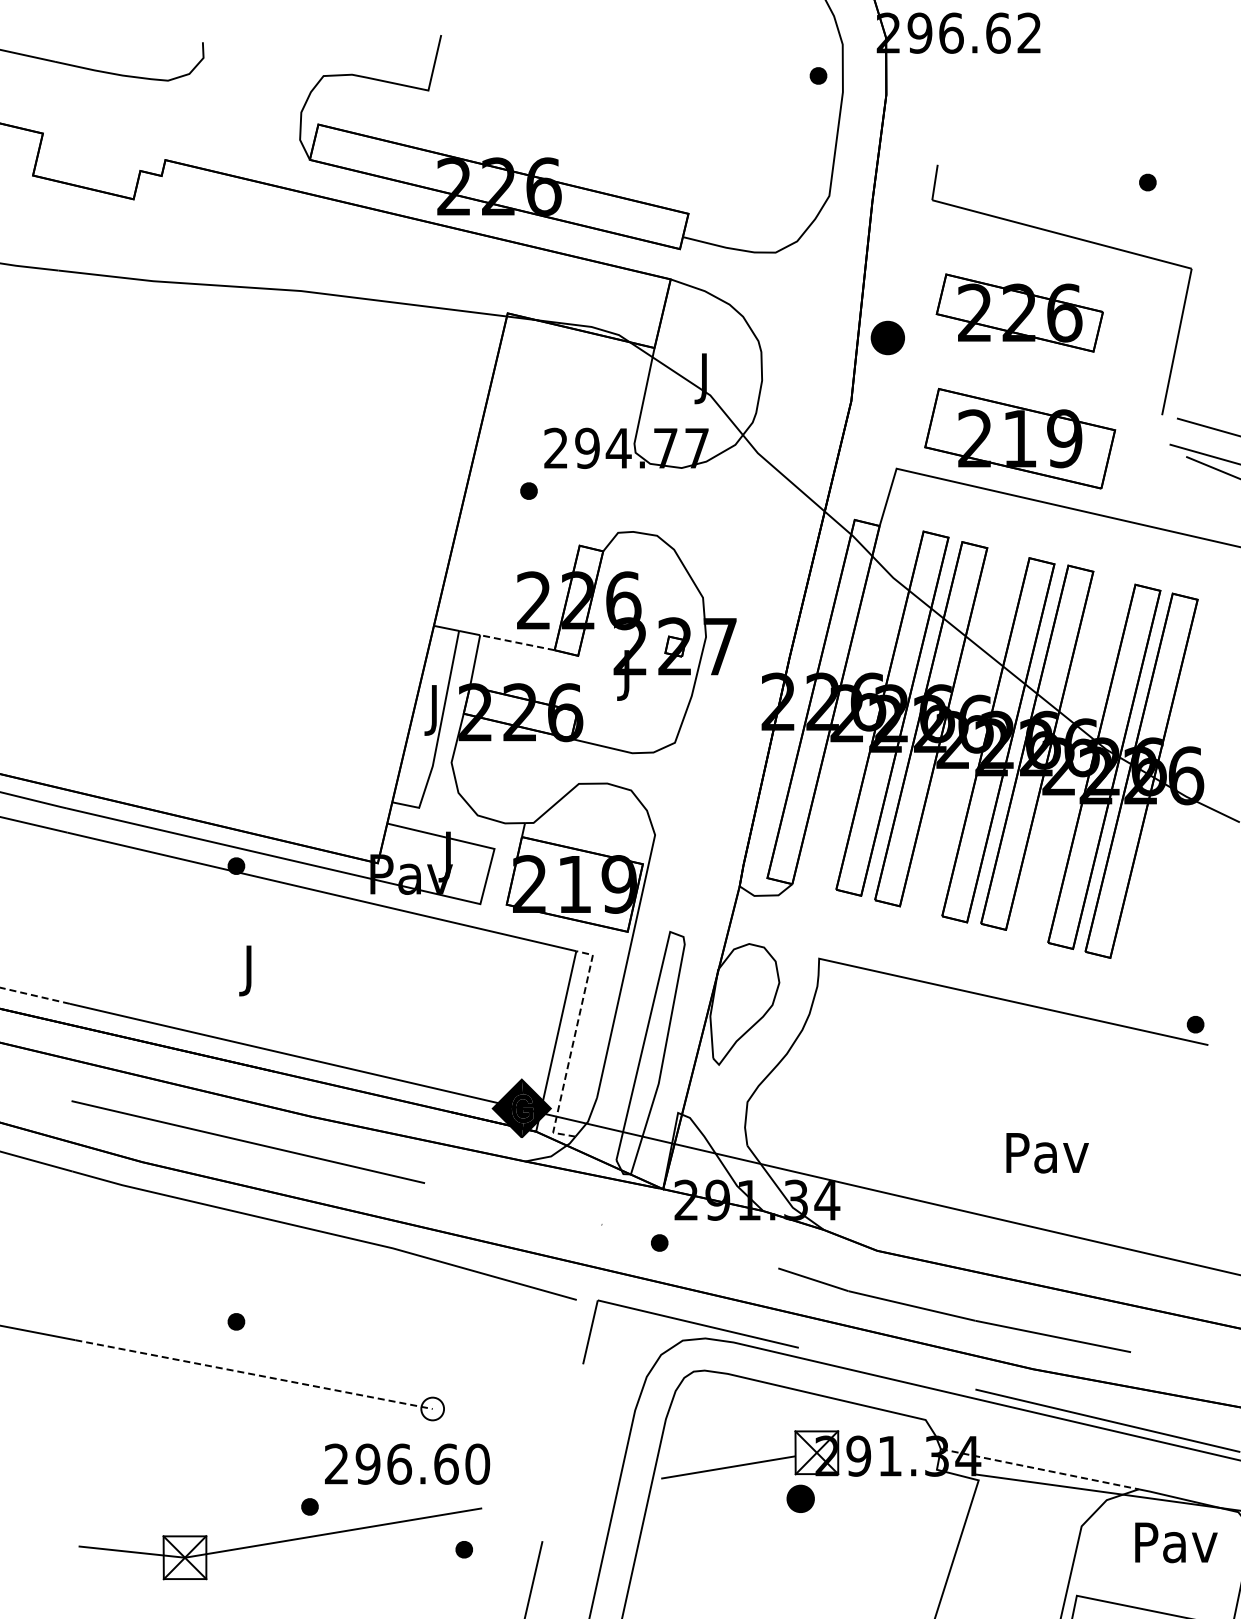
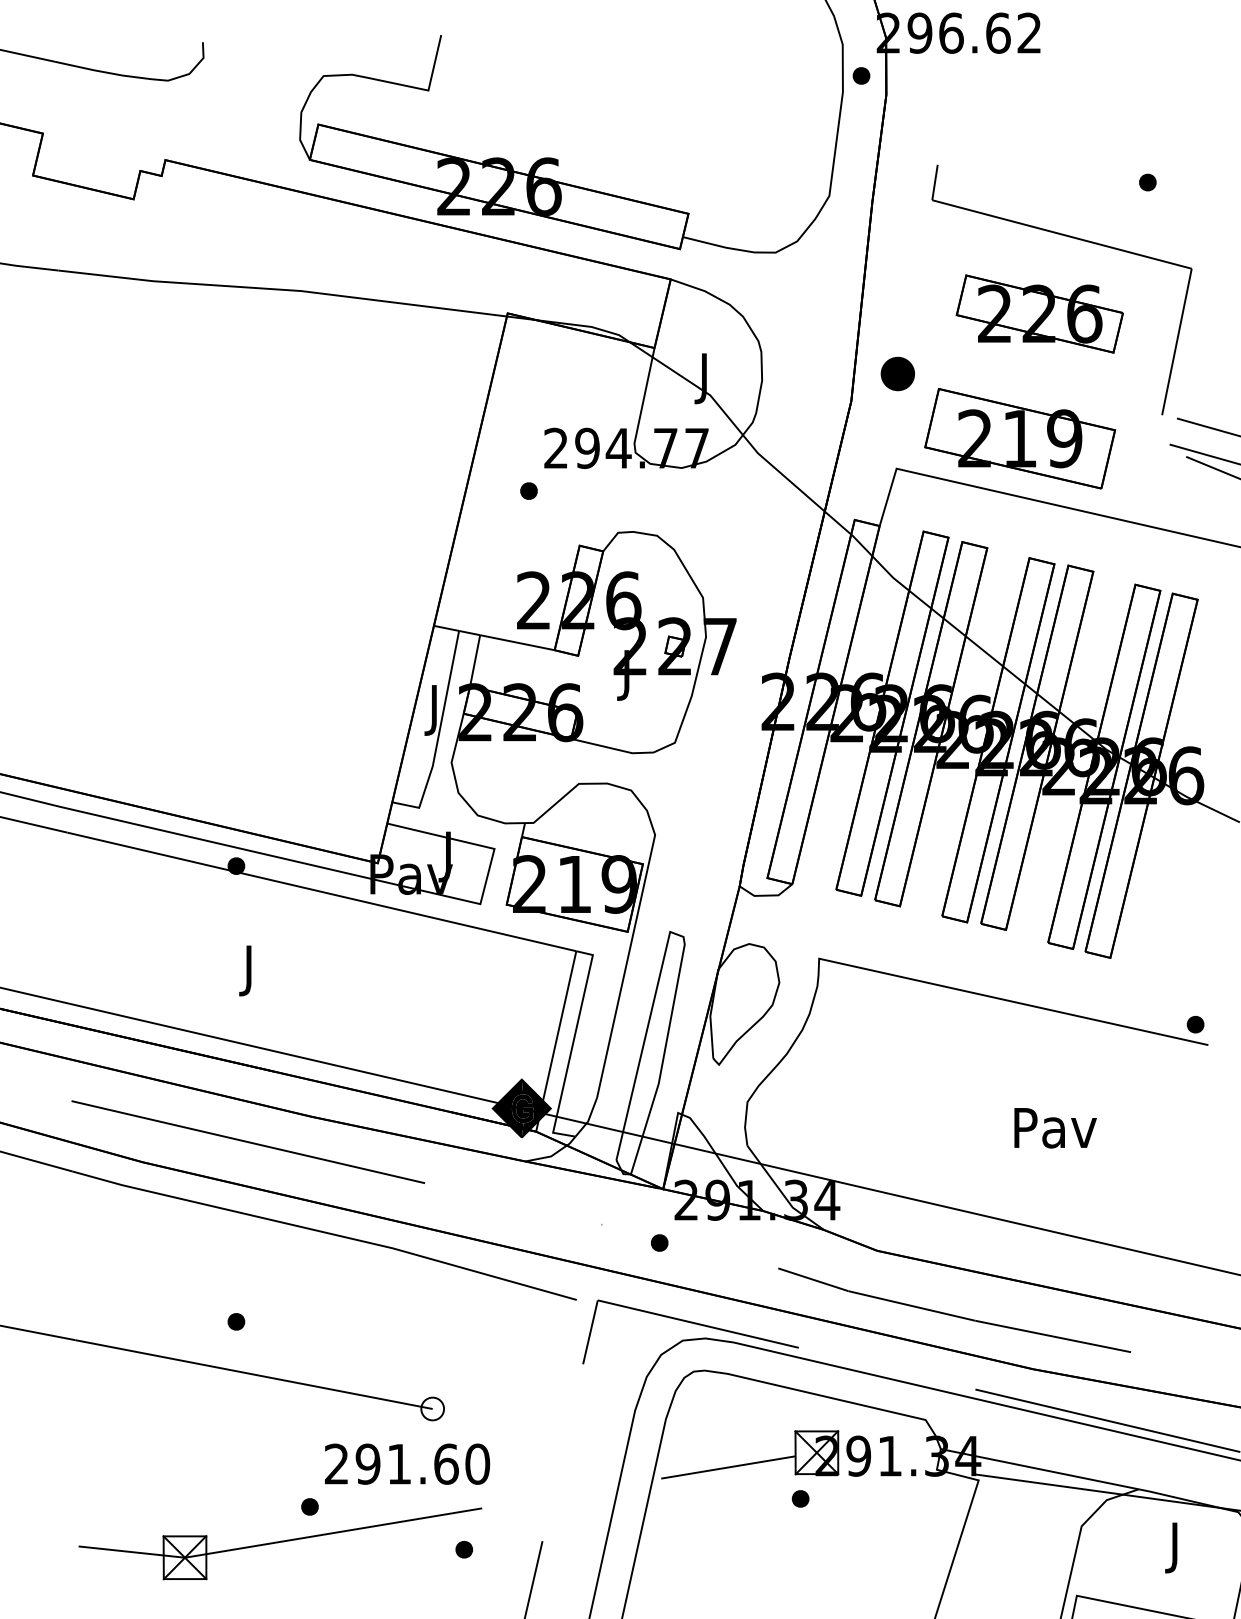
part at (818, 75) position: (818, 75) -> (861, 75)
part at (1019, 312) position: (1019, 312) -> (1039, 313)
part at (887, 337) position: (887, 337) -> (897, 373)
line at (517, 642): dashed -> solid
line at (35, 995): dashed -> solid
line at (572, 1046): dashed -> solid
text at (1047, 1153) position: (1047, 1153) -> (1055, 1128)
line at (254, 1374): dashed -> solid
text at (399, 1463): 296.60 -> 291.60
line at (1039, 1469): dashed -> solid
part at (800, 1498) size: 29x29 px -> 19x18 px
text at (1176, 1547): Pav -> J
